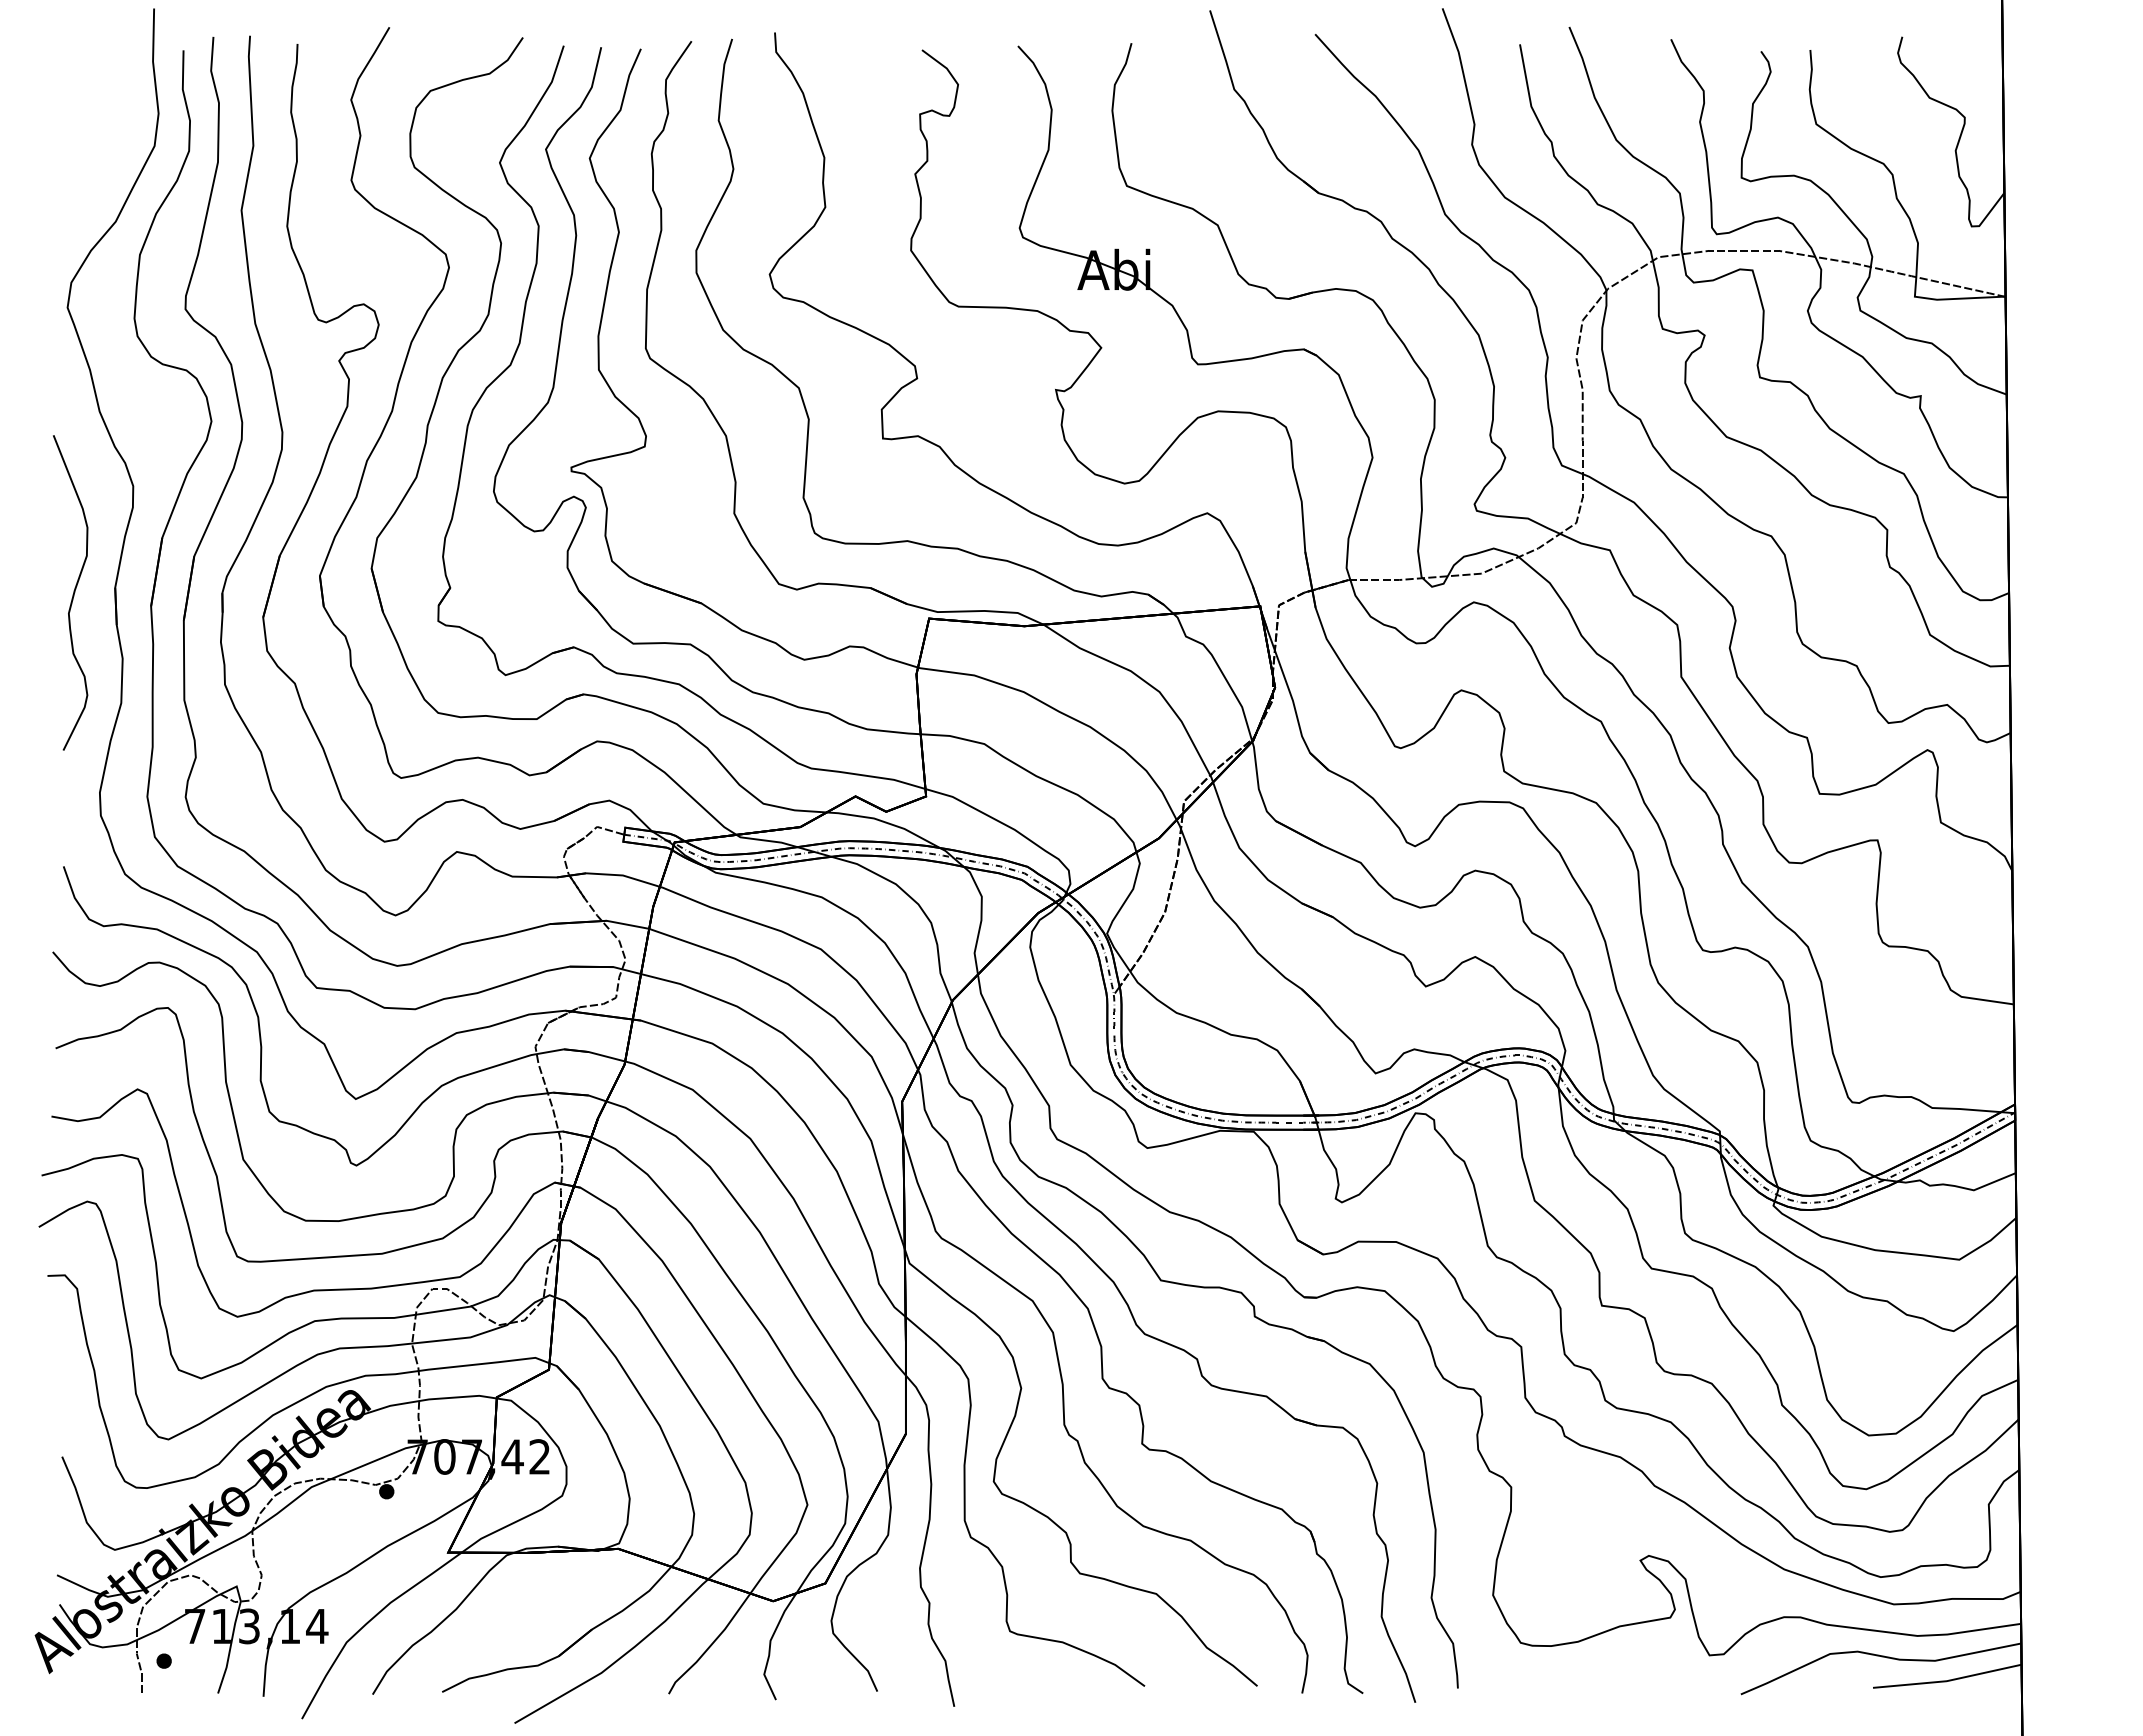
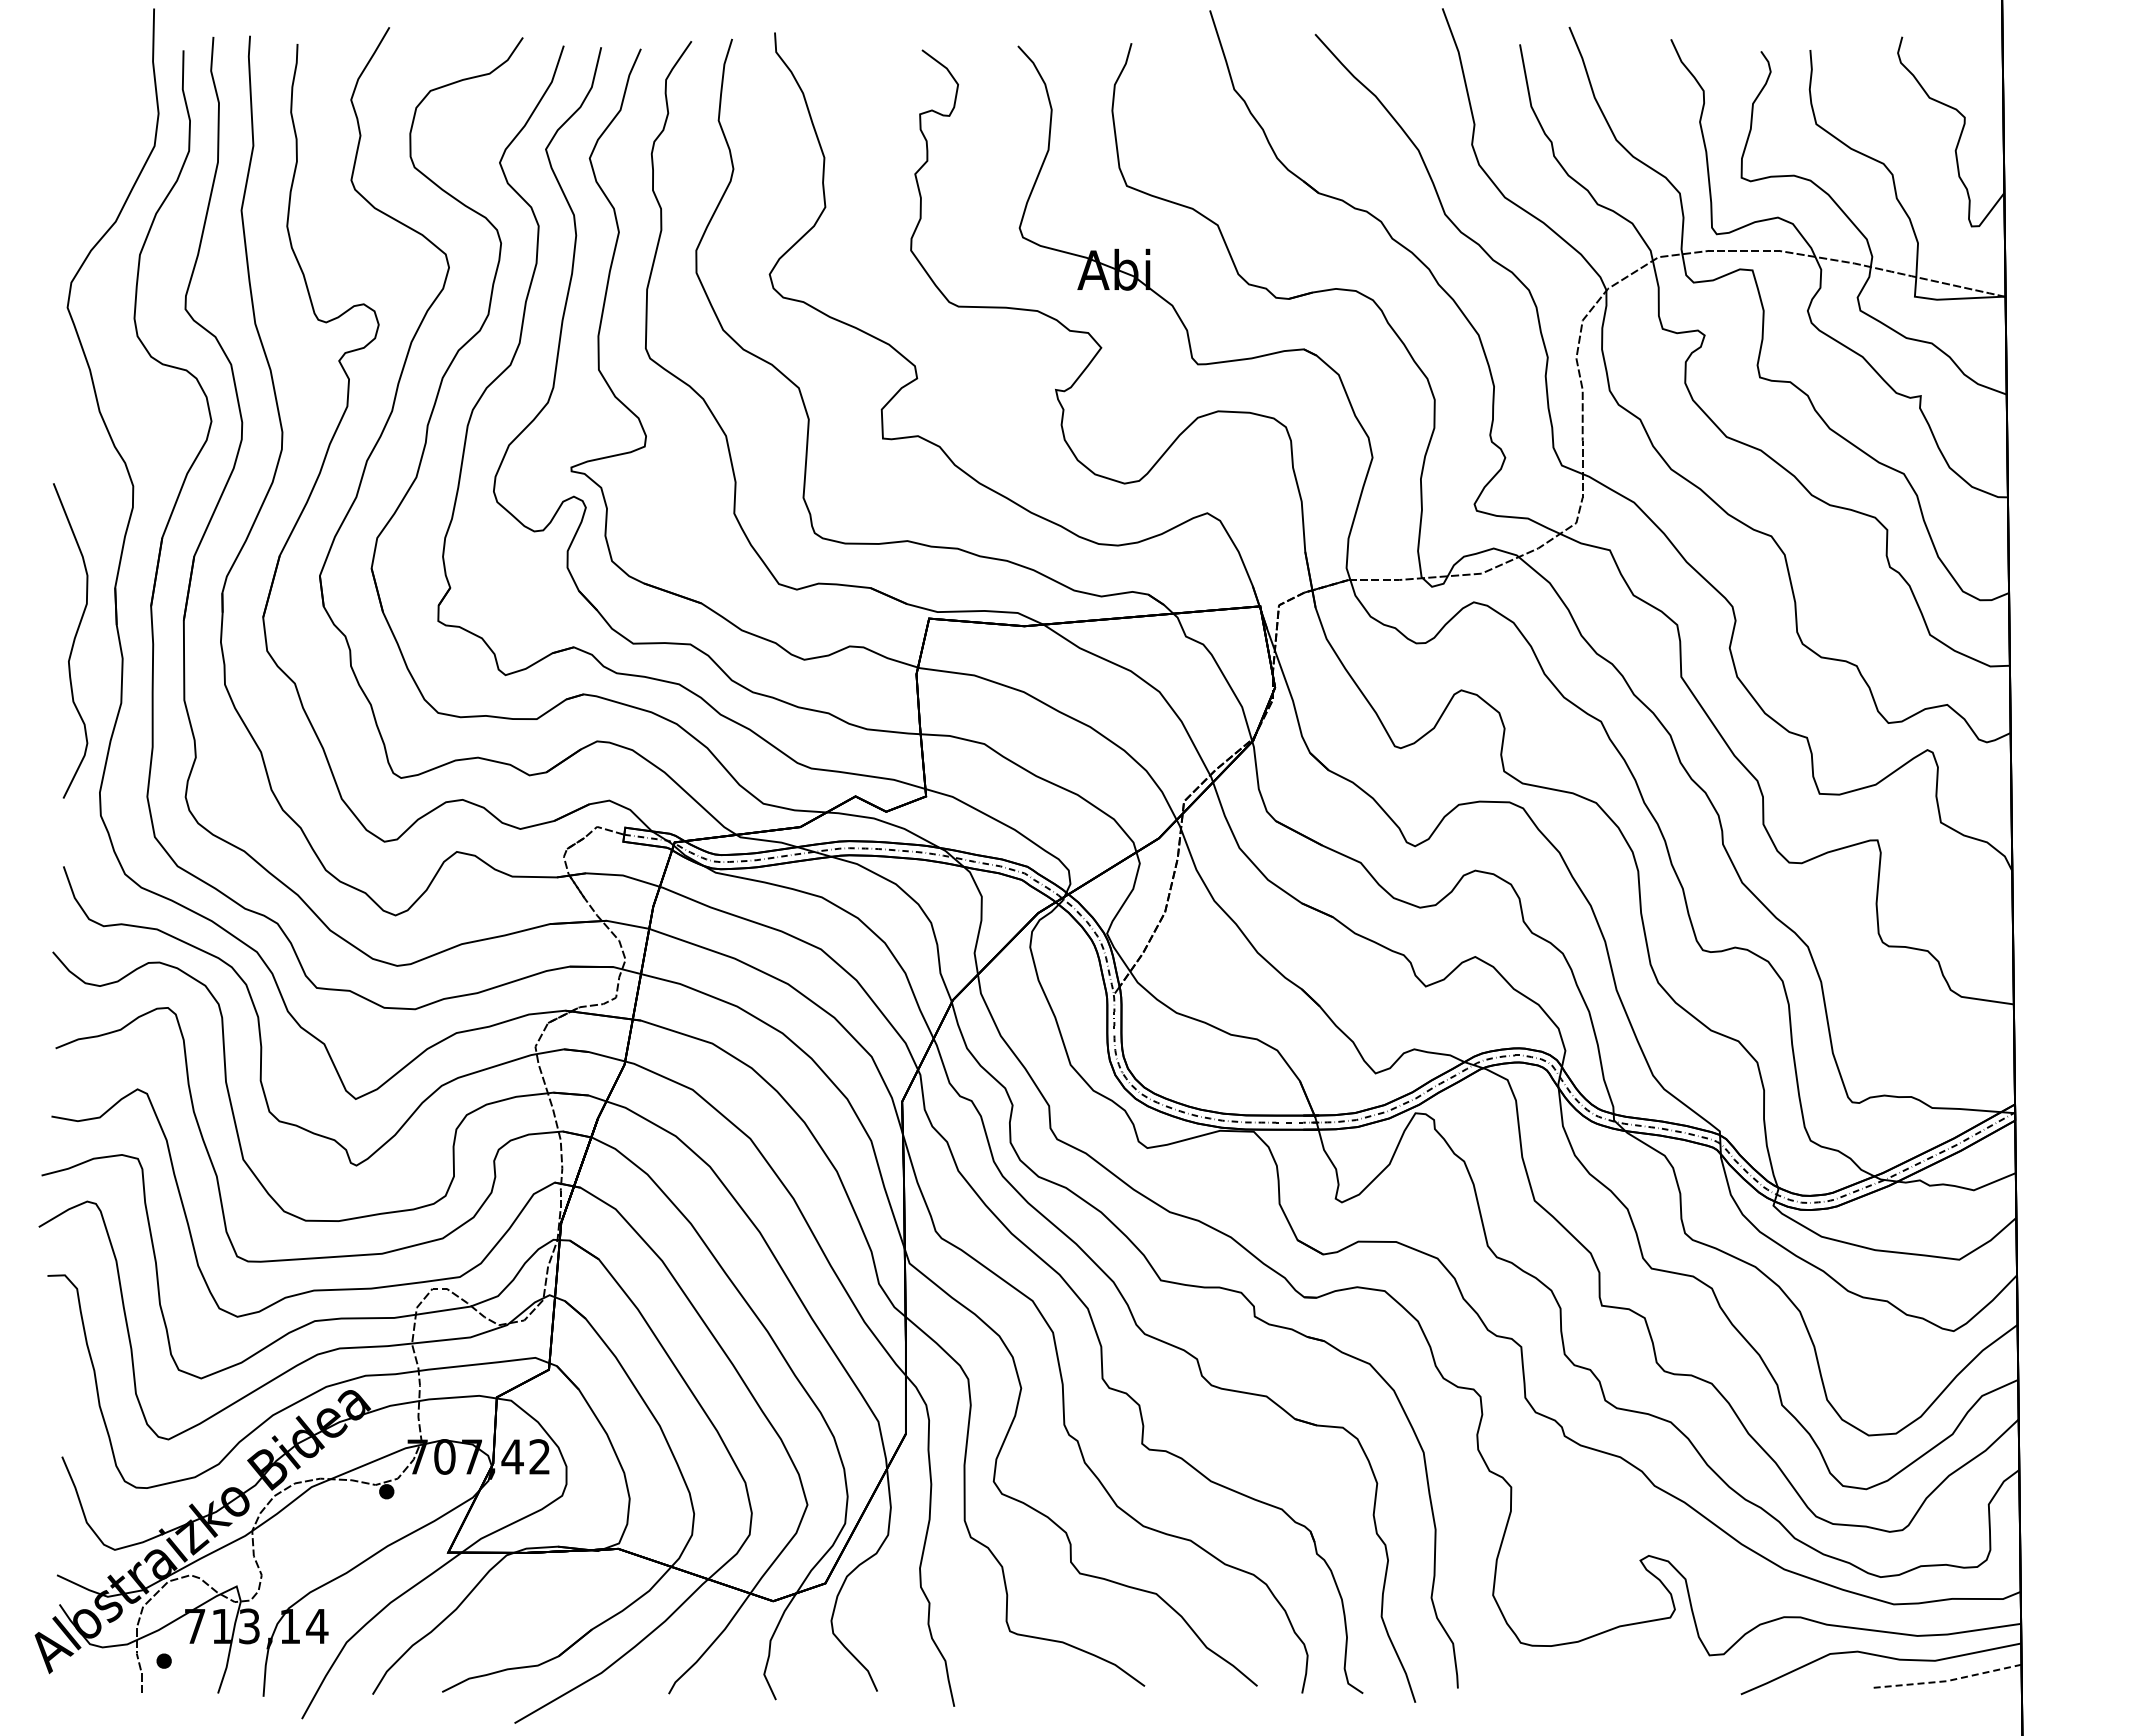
curve at (72, 594) position: (72, 594) -> (72, 642)
line at (1946, 1681): solid -> dashed
